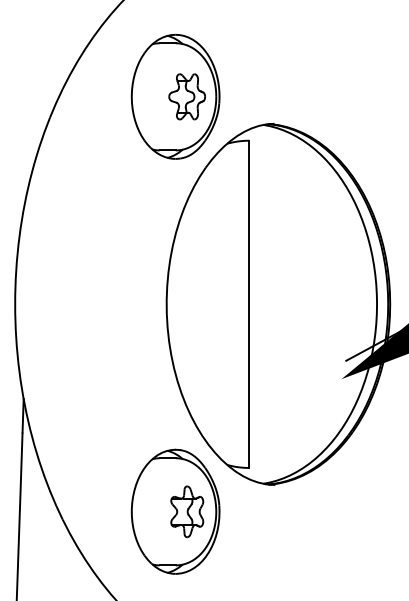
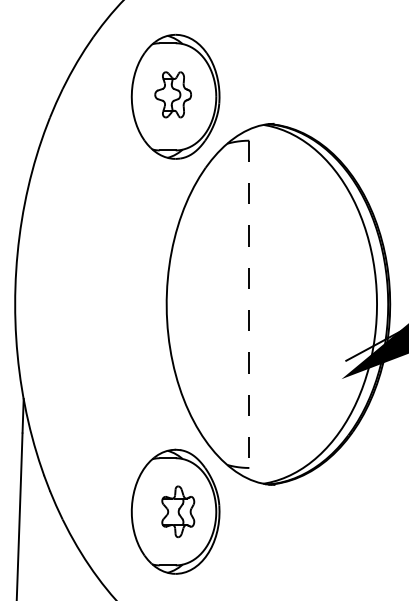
part at (186, 96) position: (186, 96) -> (172, 94)
line at (249, 304): solid -> dashed
part at (187, 511) position: (187, 511) -> (178, 511)
